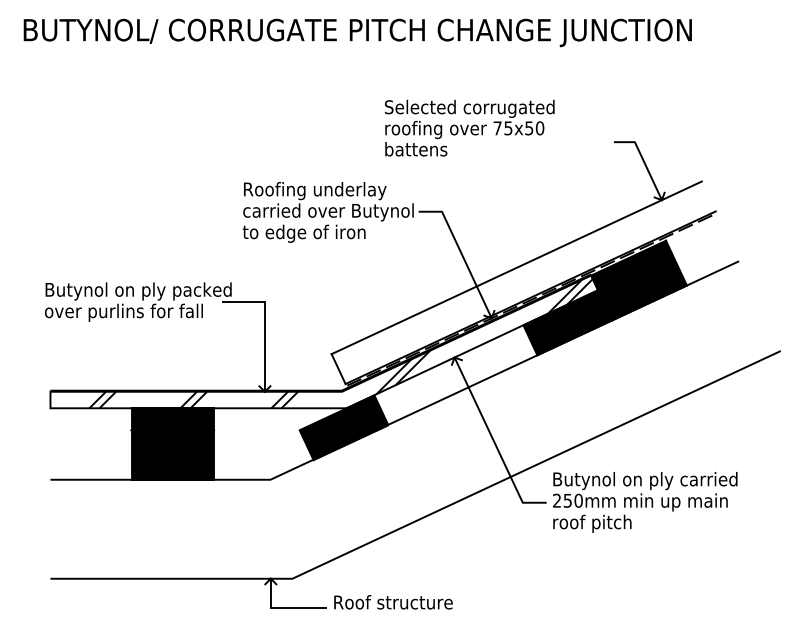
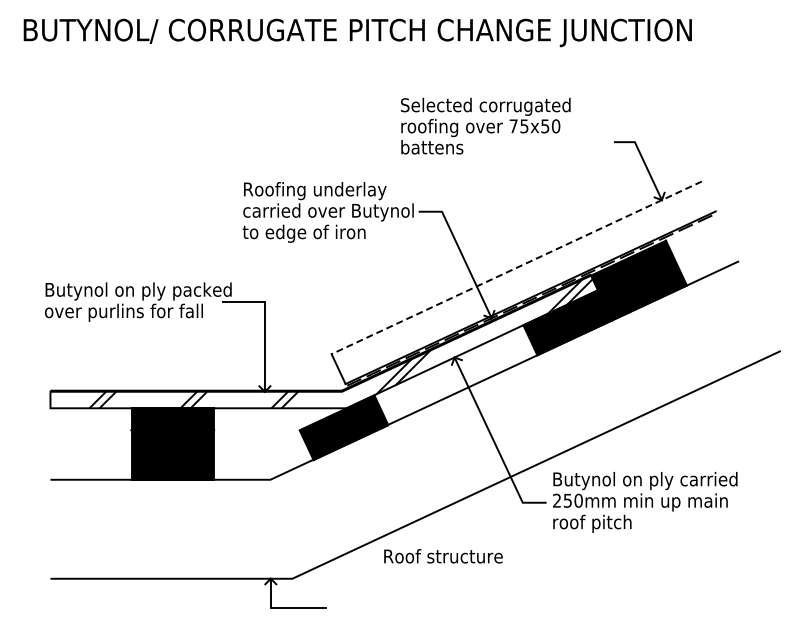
text at (469, 127) position: (469, 127) -> (485, 125)
line at (516, 268): solid -> dashed
text at (393, 602) position: (393, 602) -> (443, 556)
